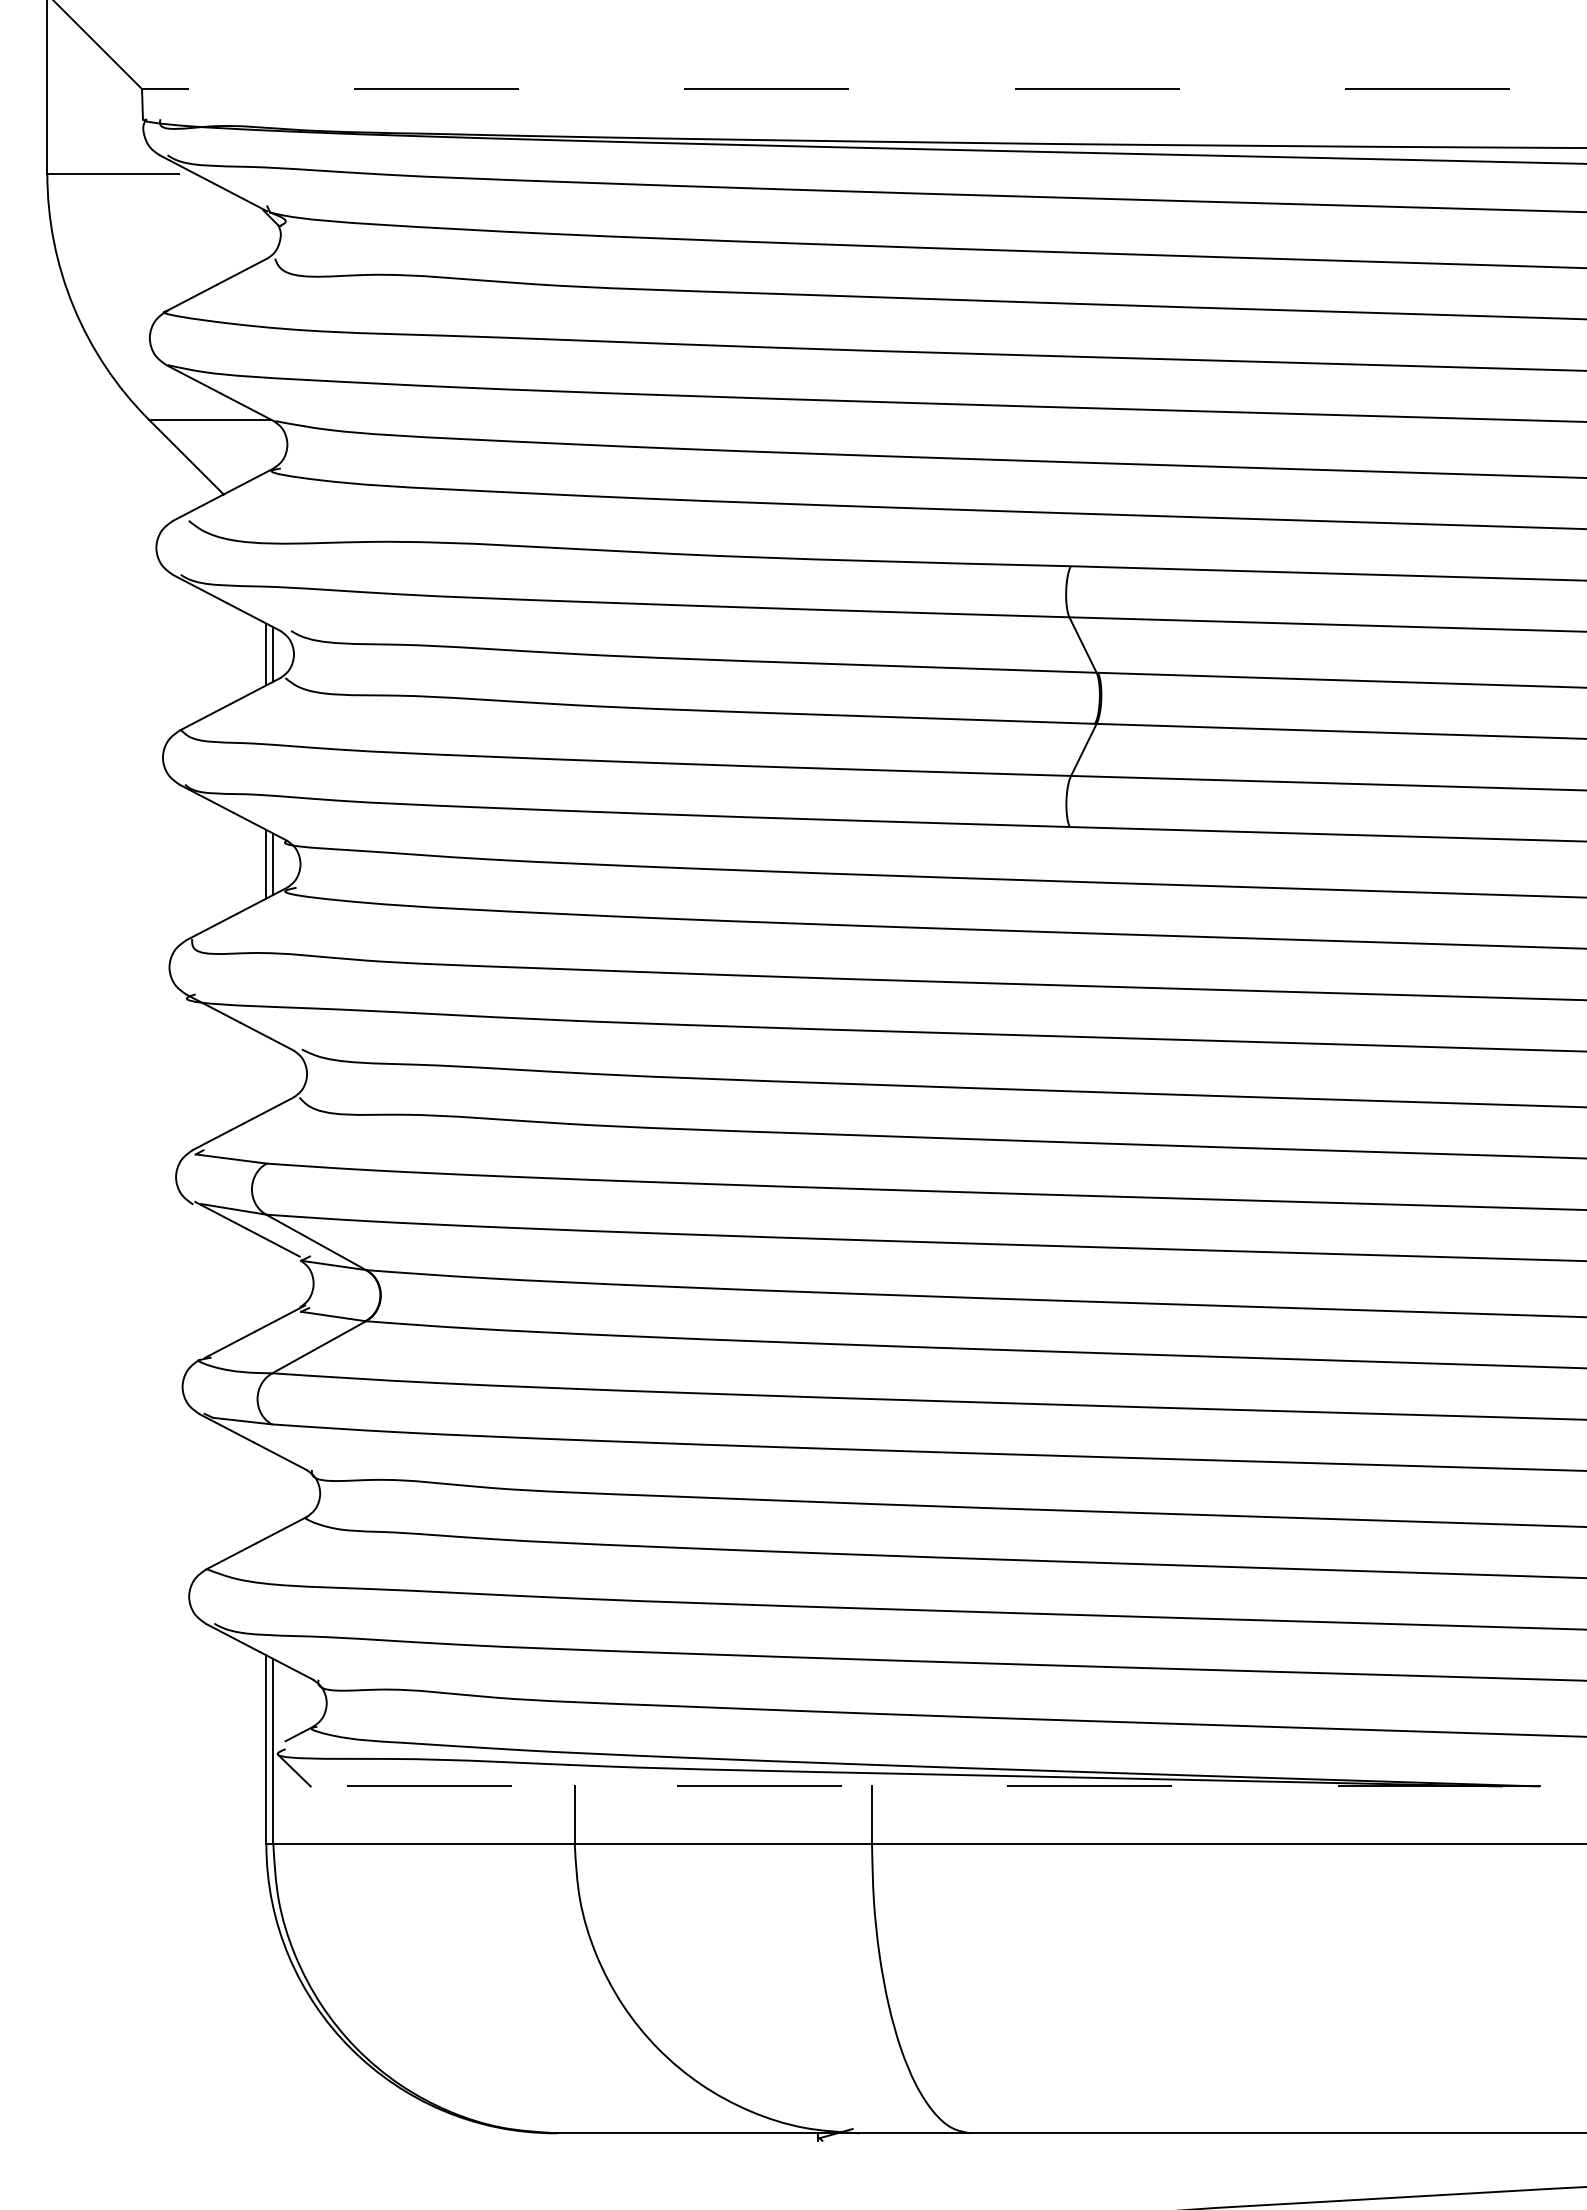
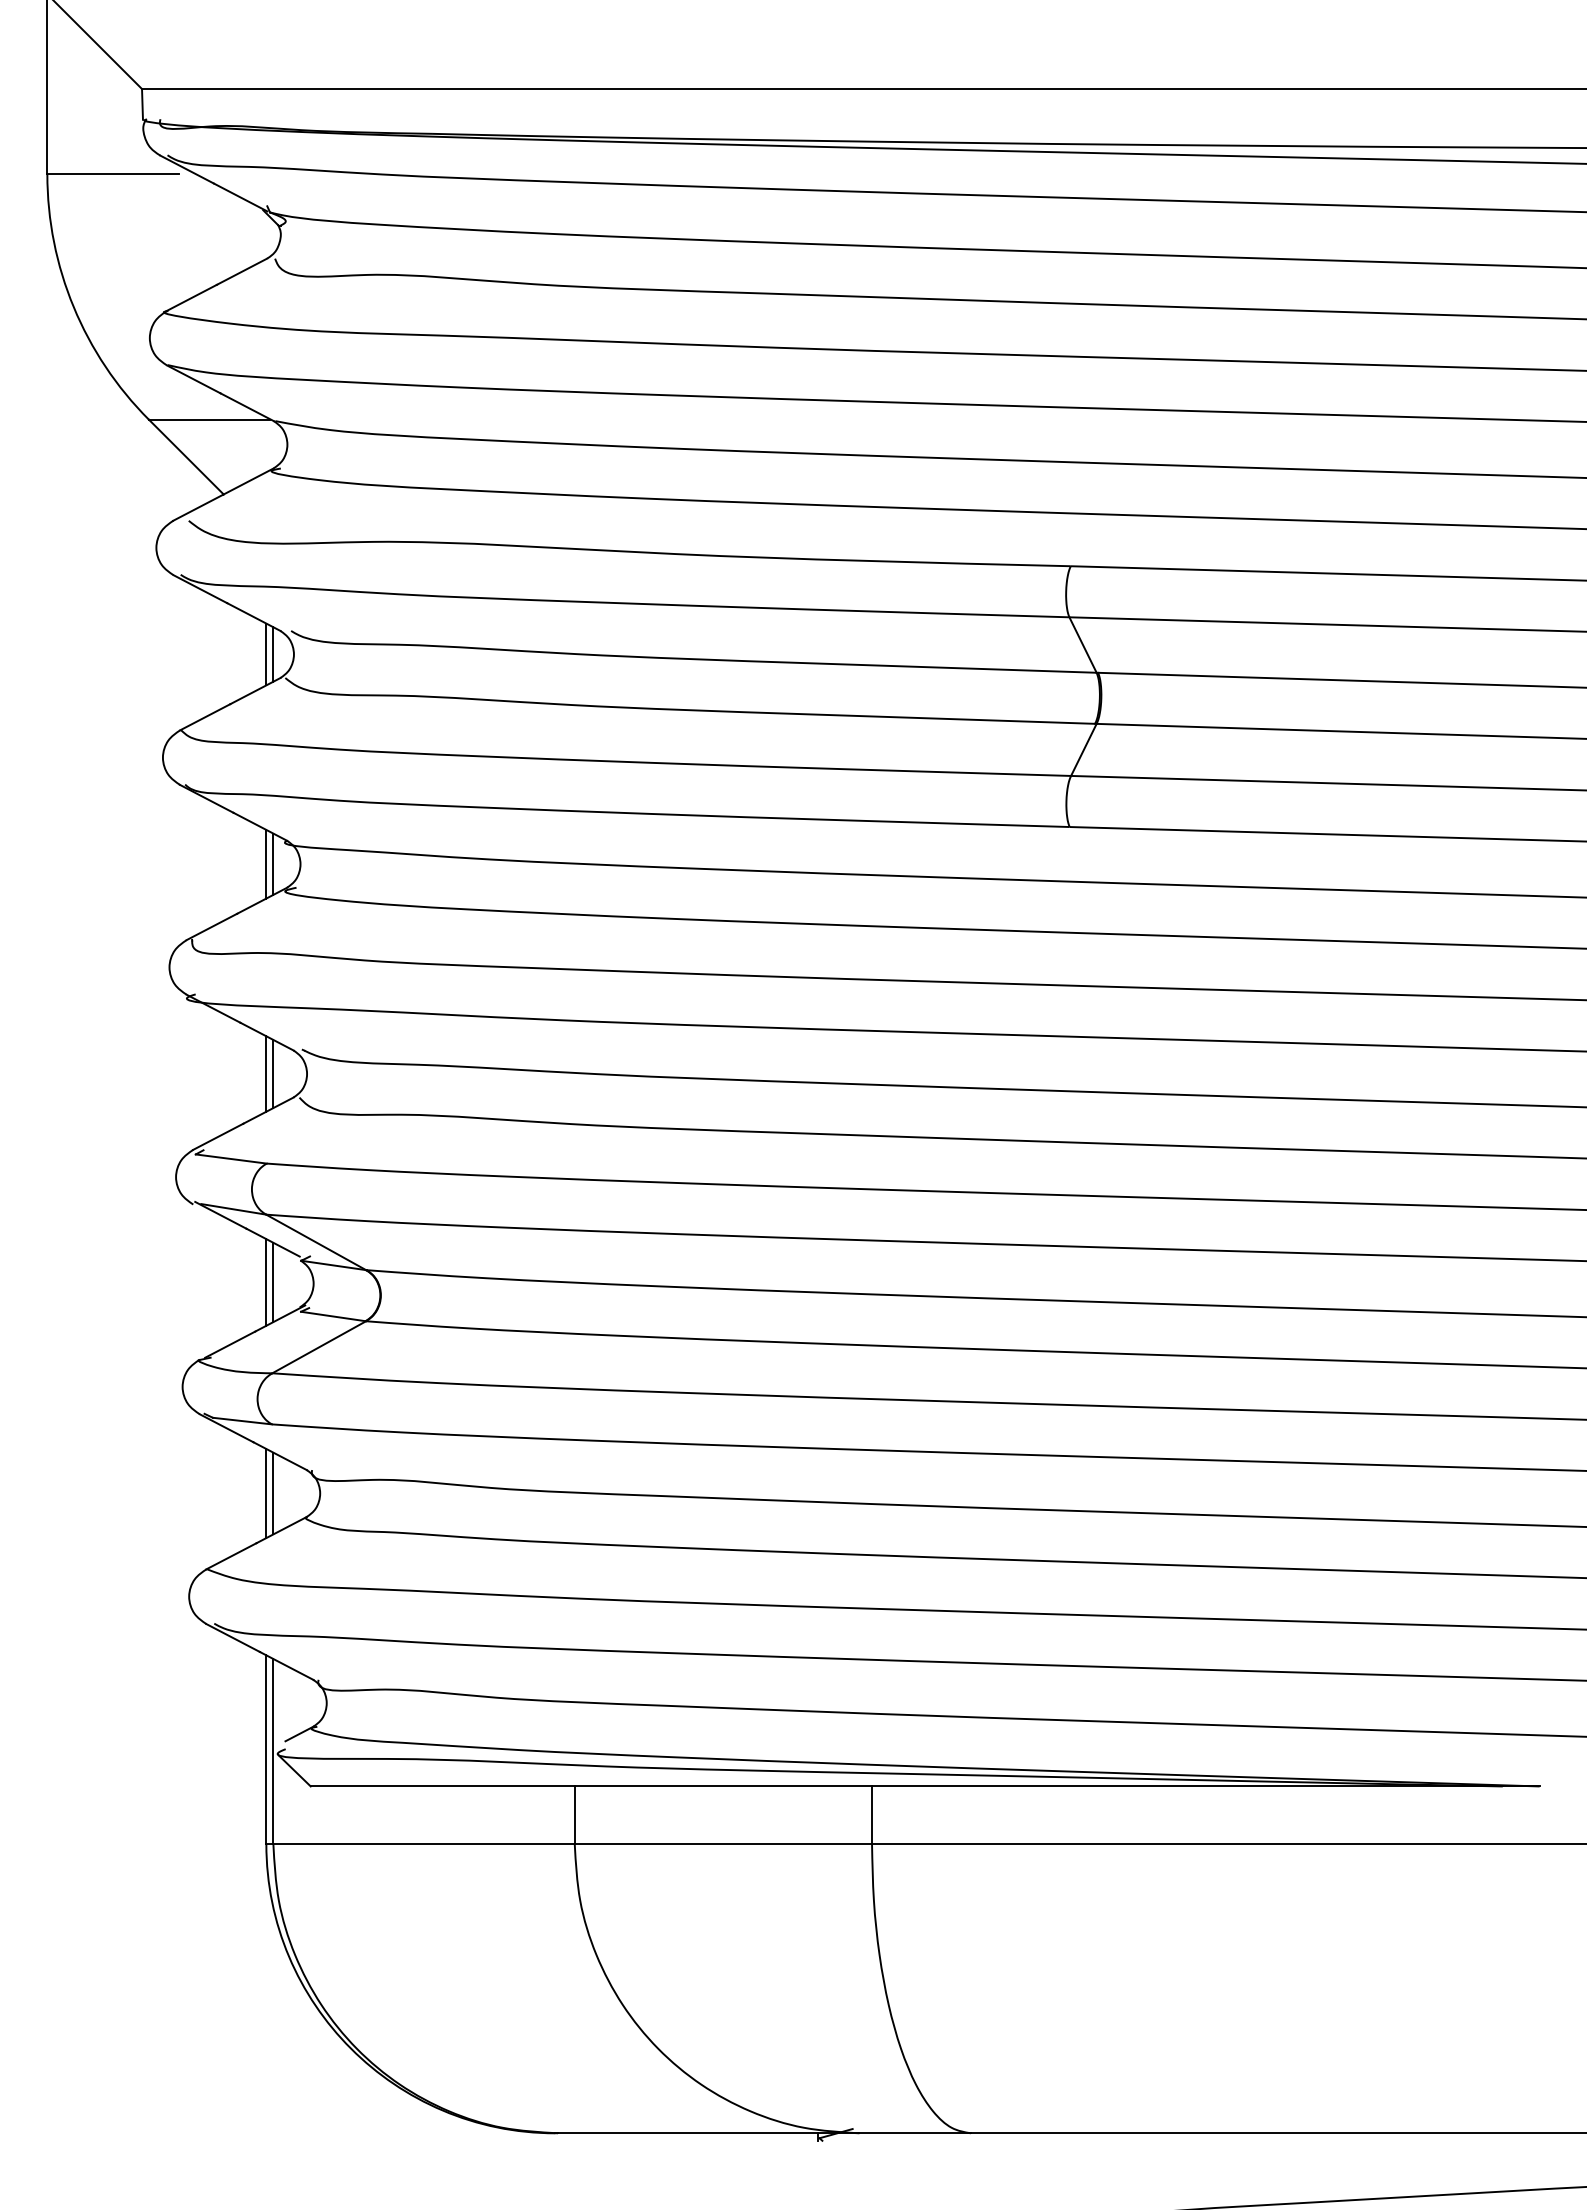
line at (863, 89): dashed -> solid
line at (266, 1073): none -> present
line at (273, 1073): none -> present
line at (266, 1282): none -> present
line at (273, 1282): none -> present
line at (266, 1493): none -> present
line at (273, 1493): none -> present
line at (906, 1786): dashed -> solid
